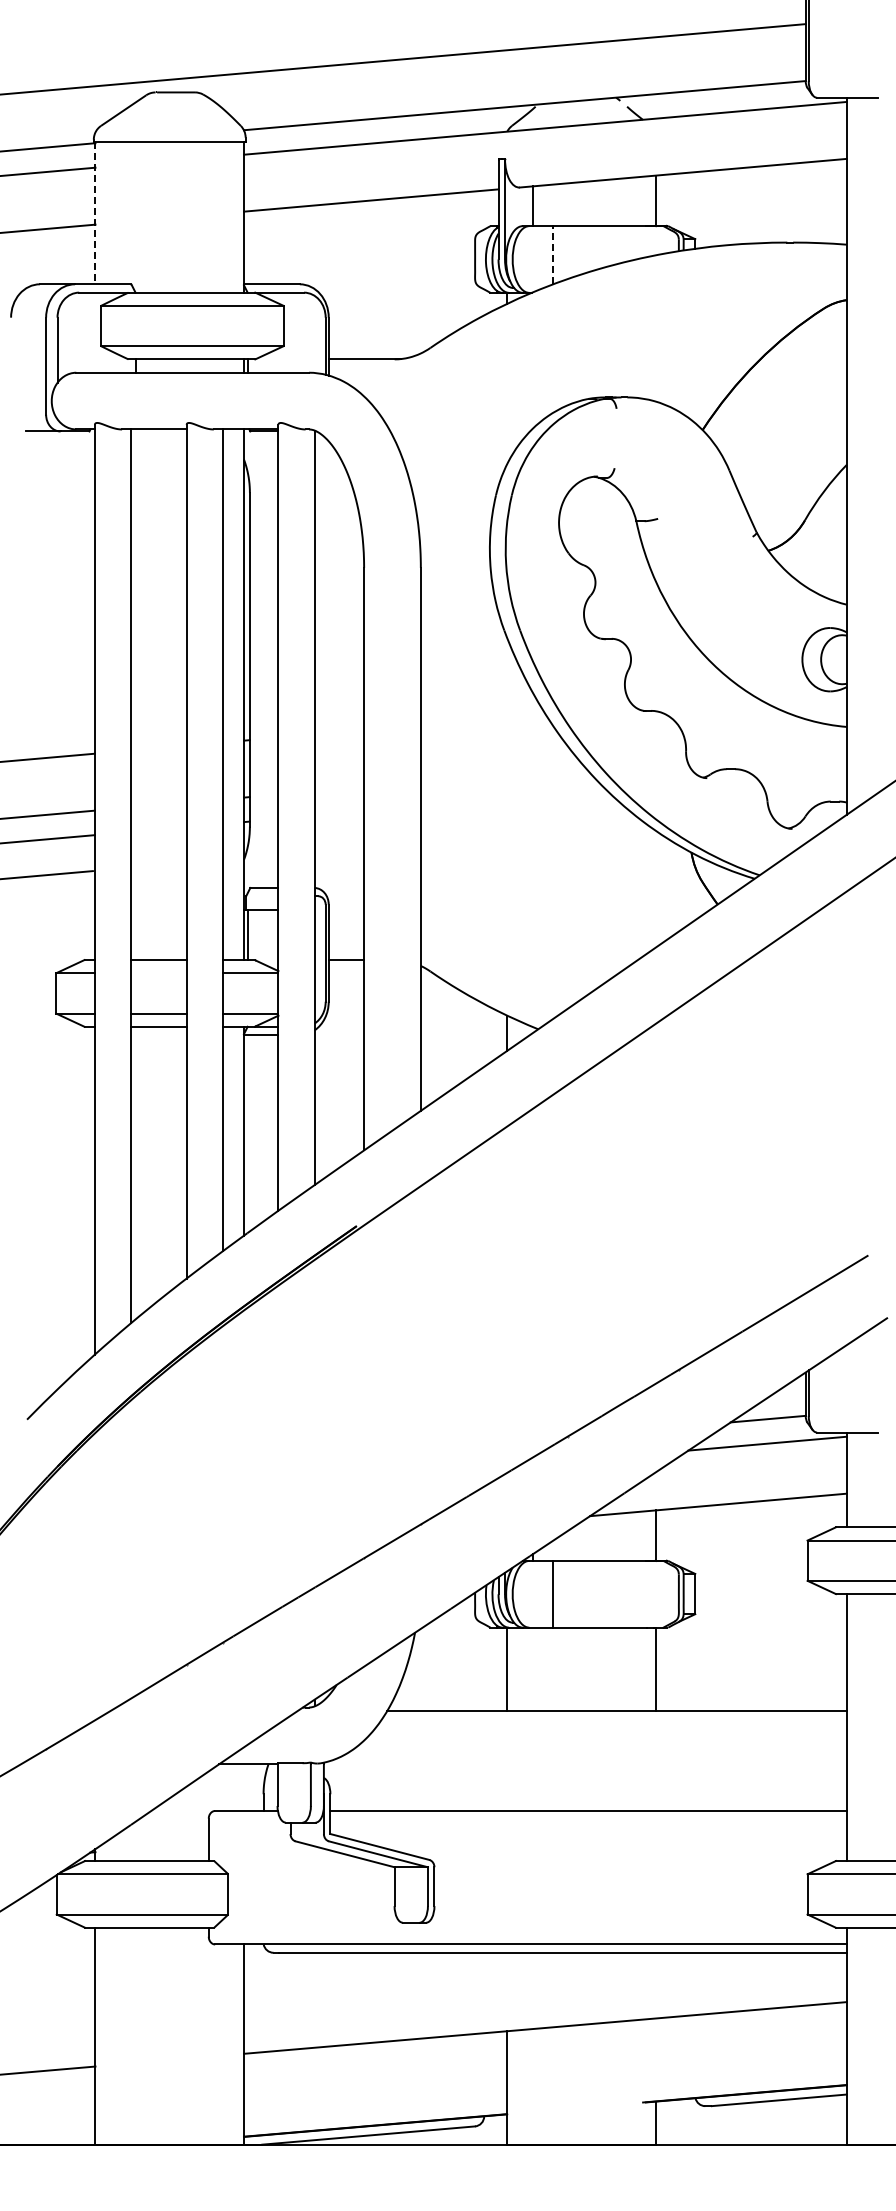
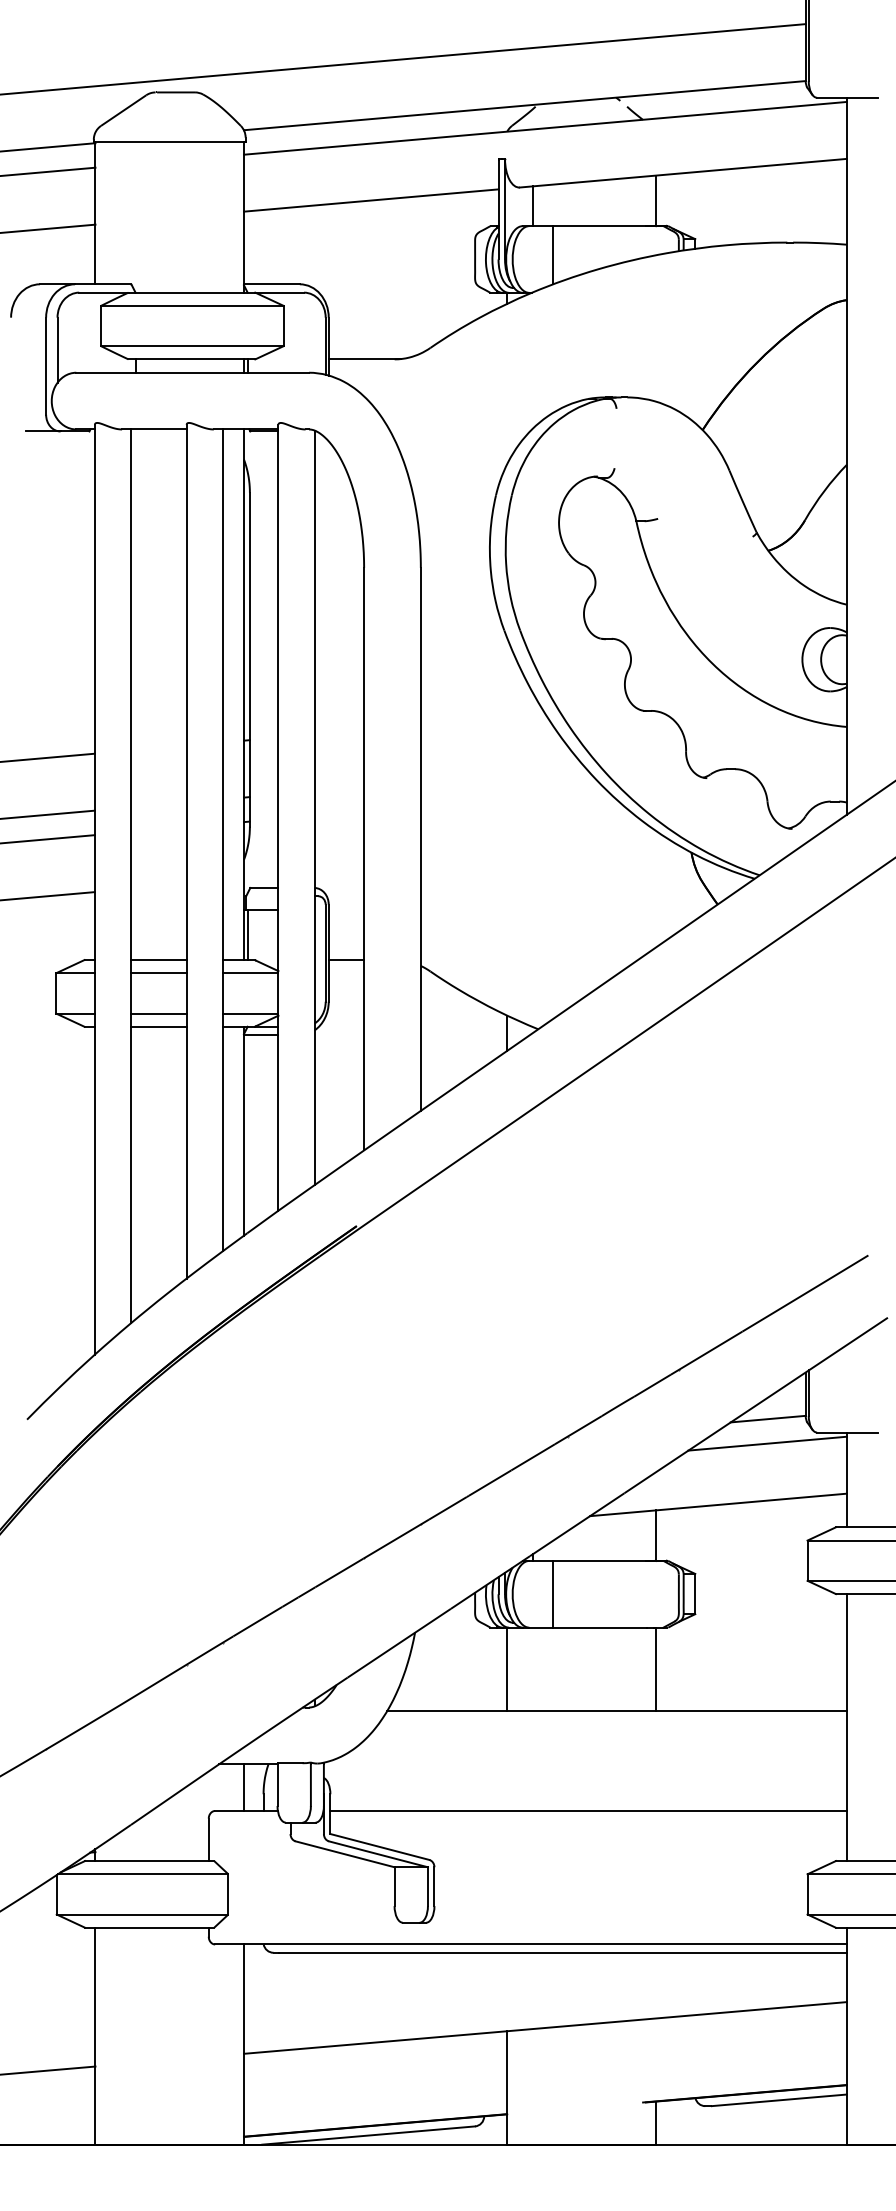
line at (95, 213): dashed -> solid
line at (553, 254): dashed -> solid
line at (47, 875) position: (47, 875) -> (48, 896)
line at (158, 973): none -> present
line at (243, 1787): none -> present
